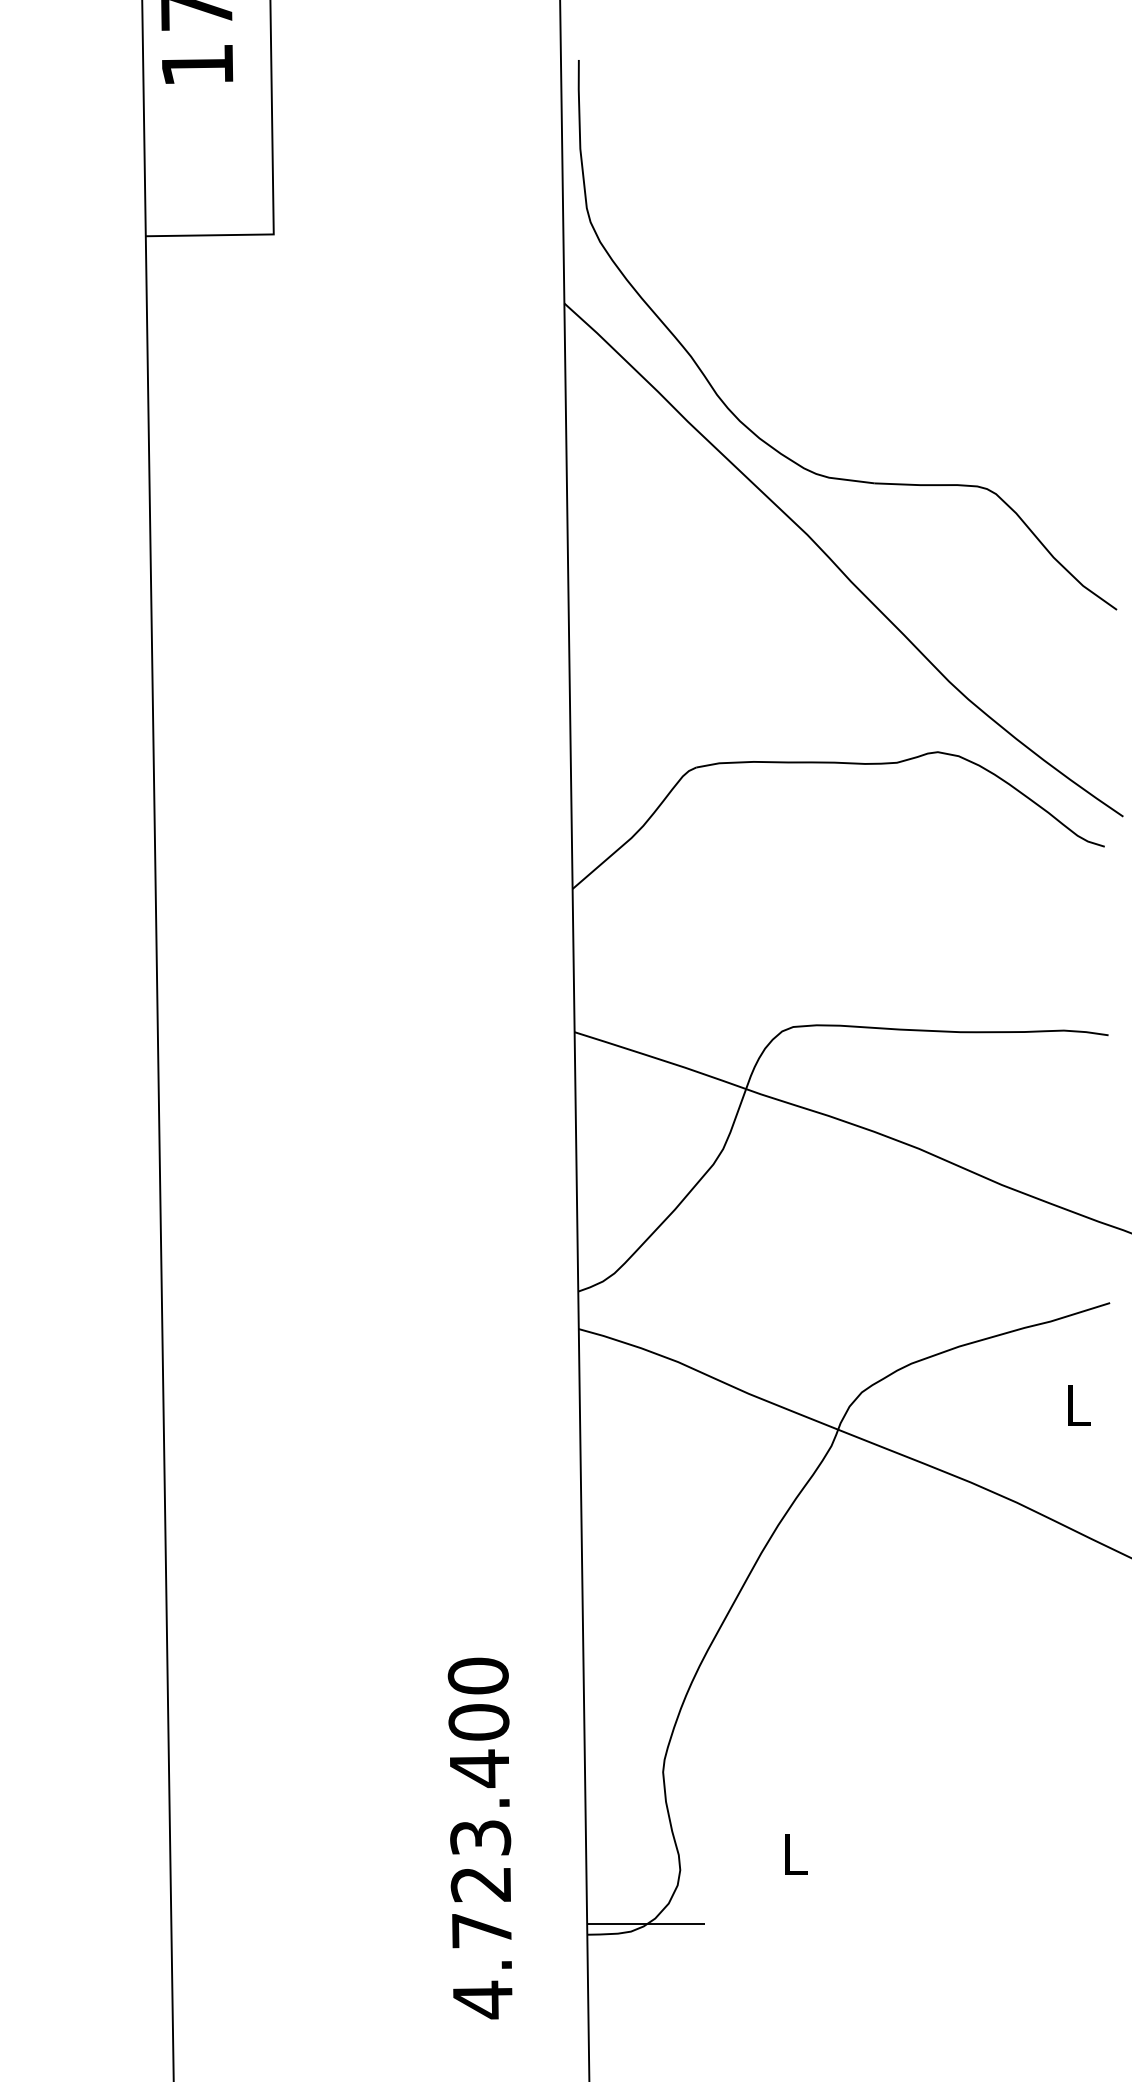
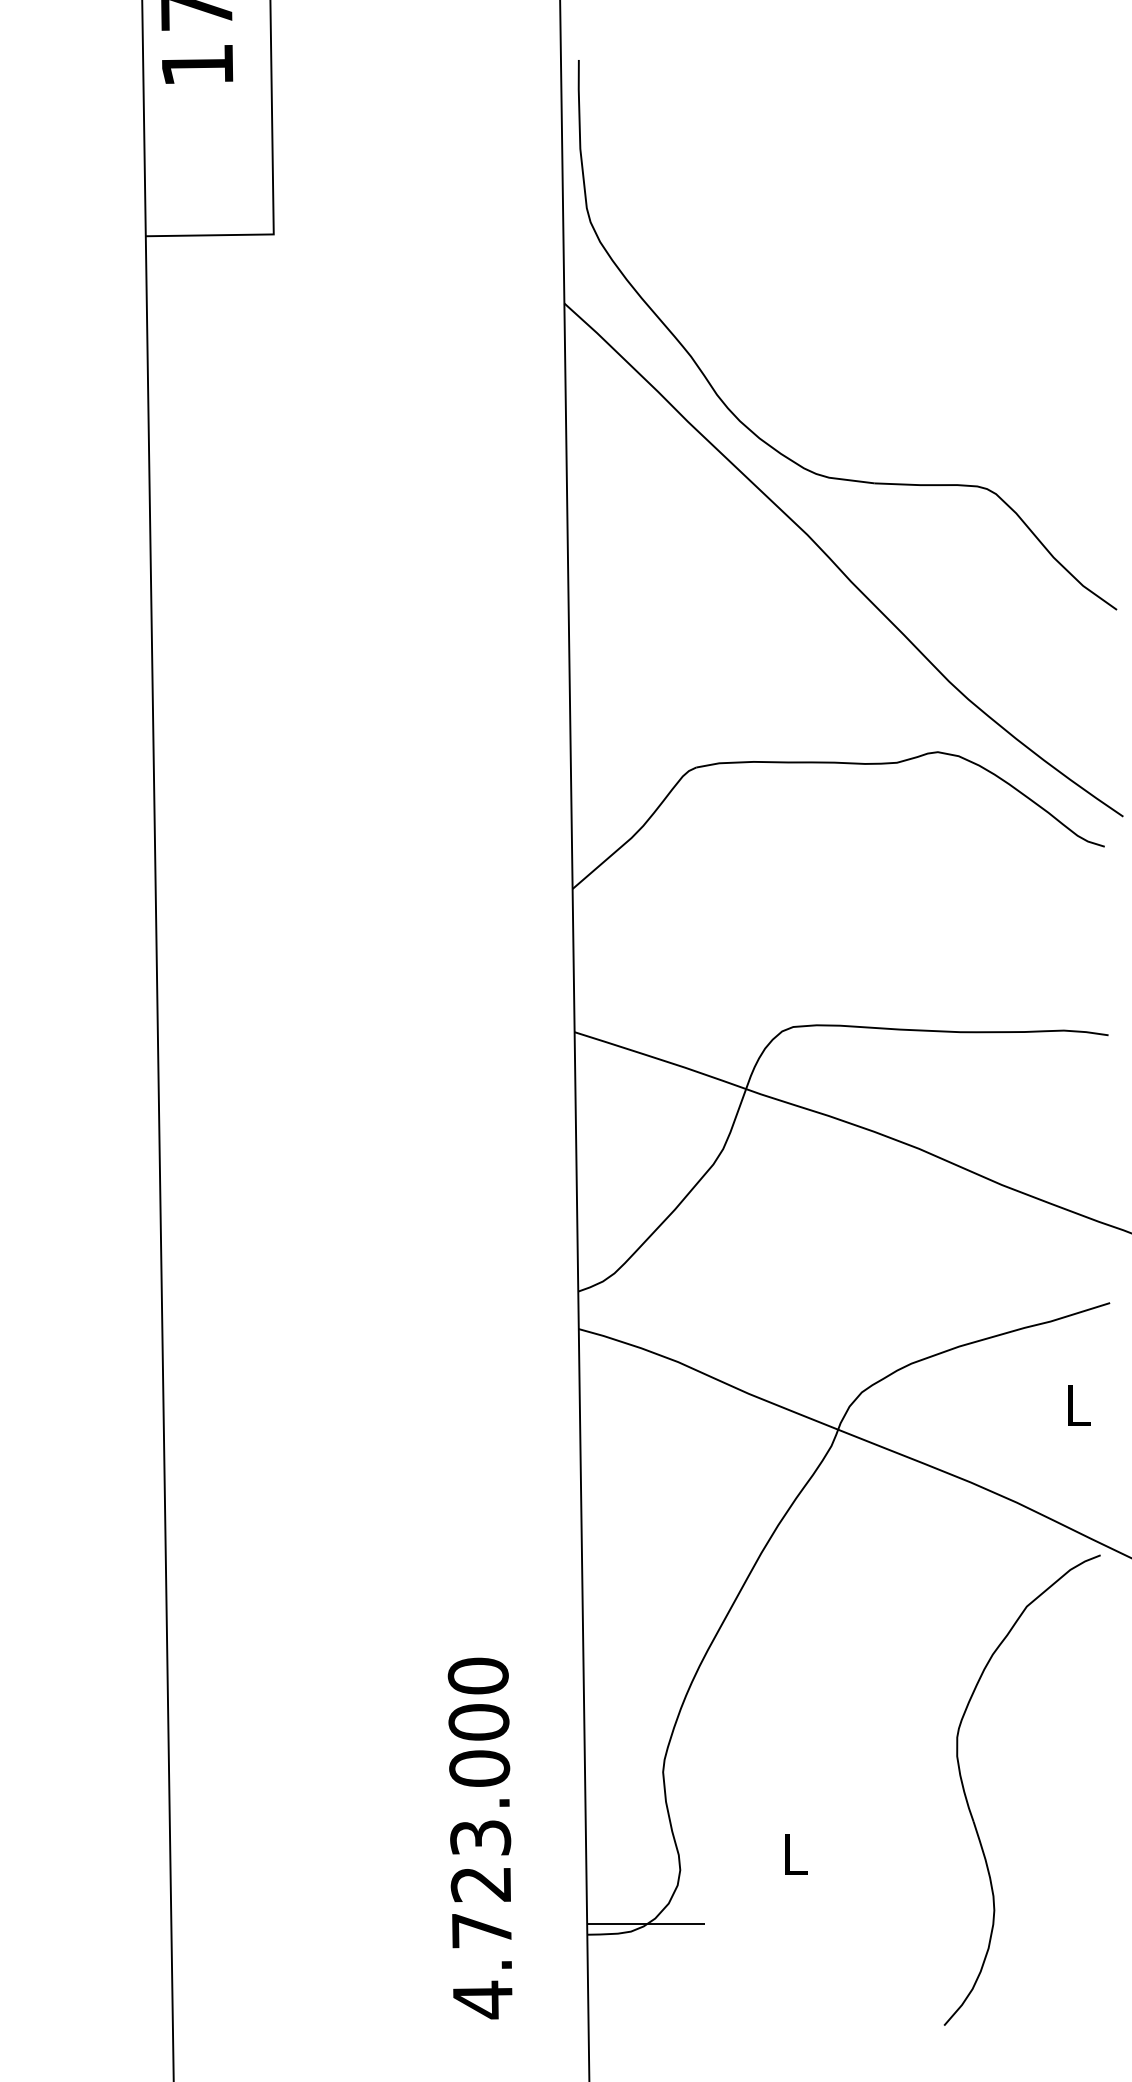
text at (479, 1768): 4.723.400 -> 4.723.000
part at (969, 1805): none -> present
